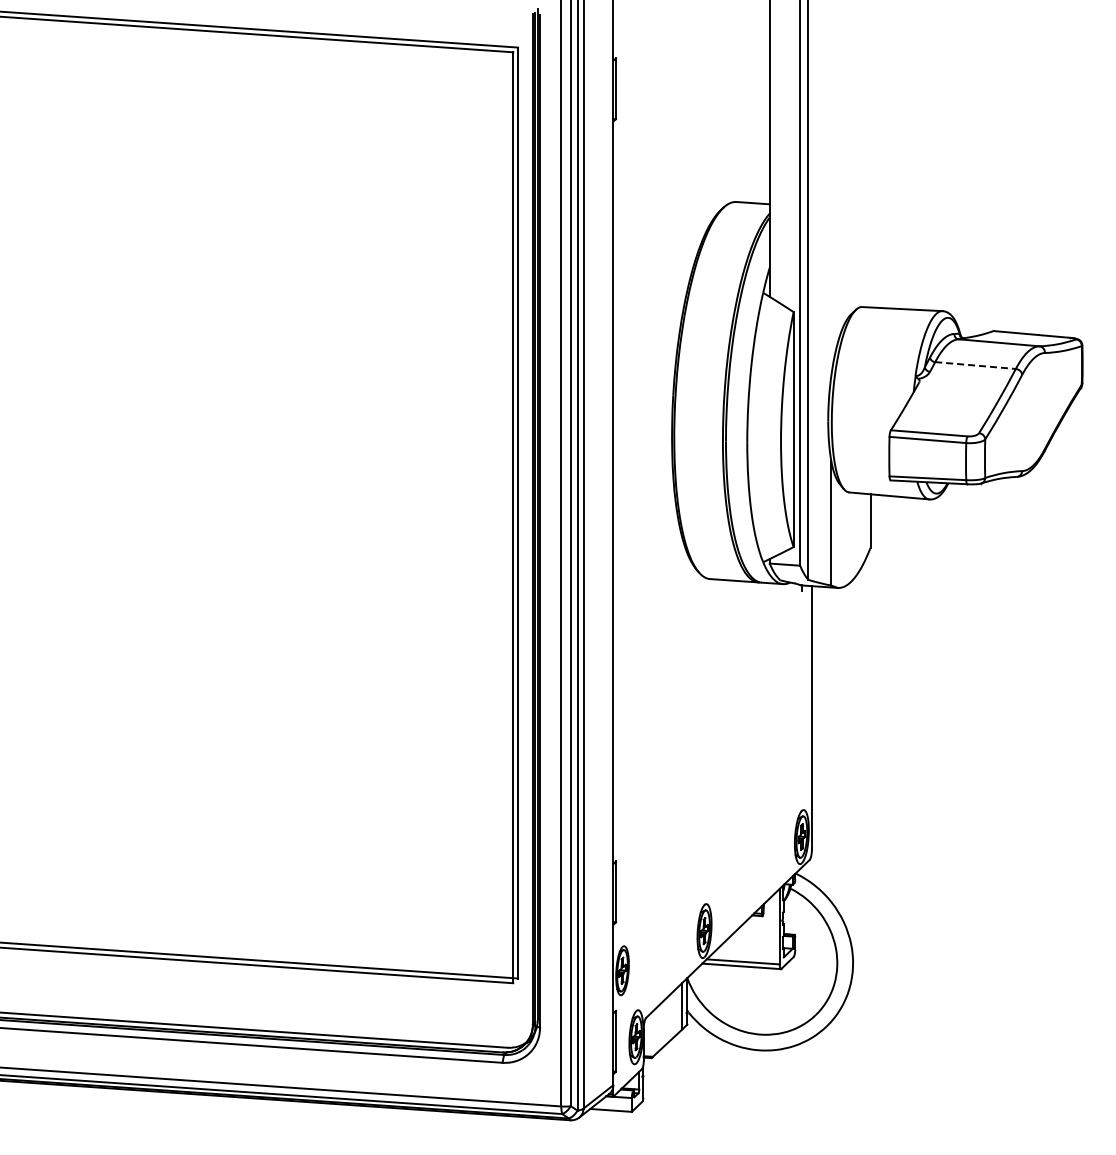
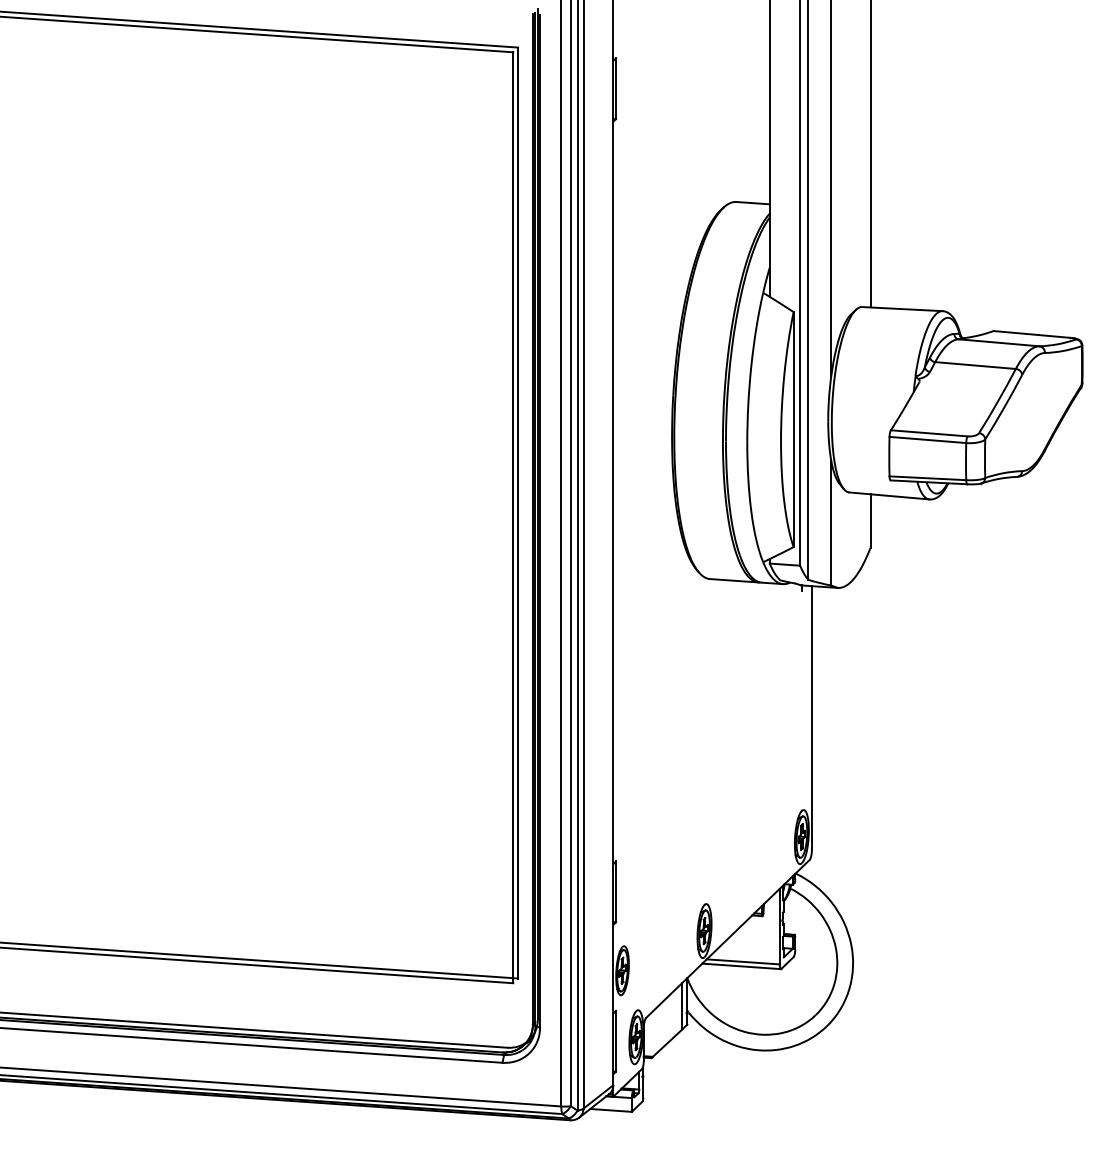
line at (870, 154): none -> present
line at (831, 188): none -> present
line at (976, 365): dashed -> solid
